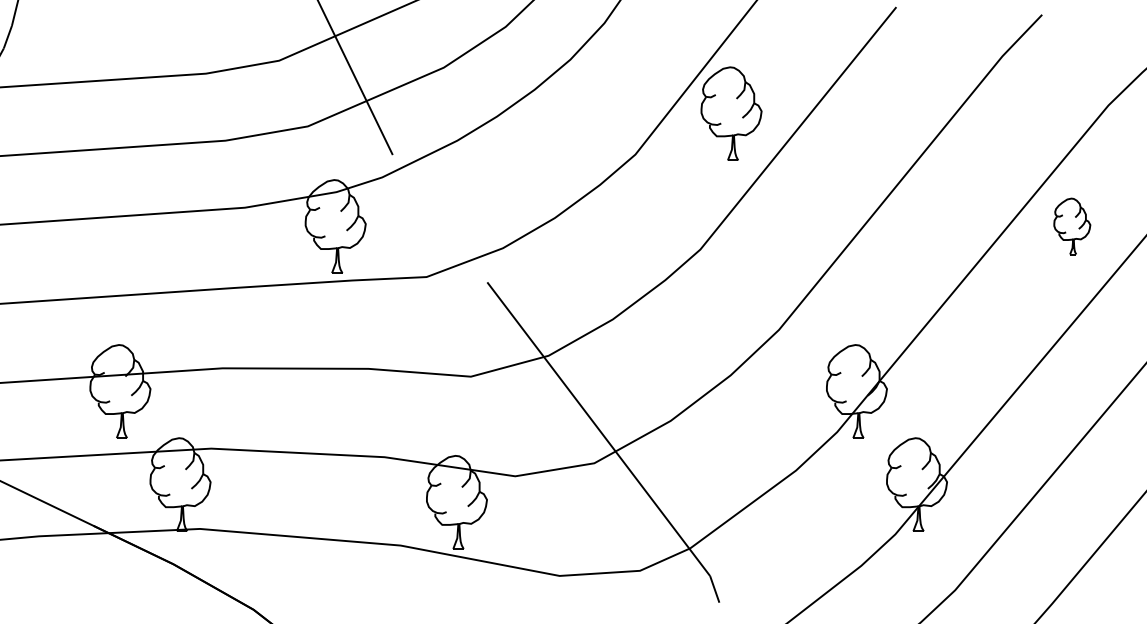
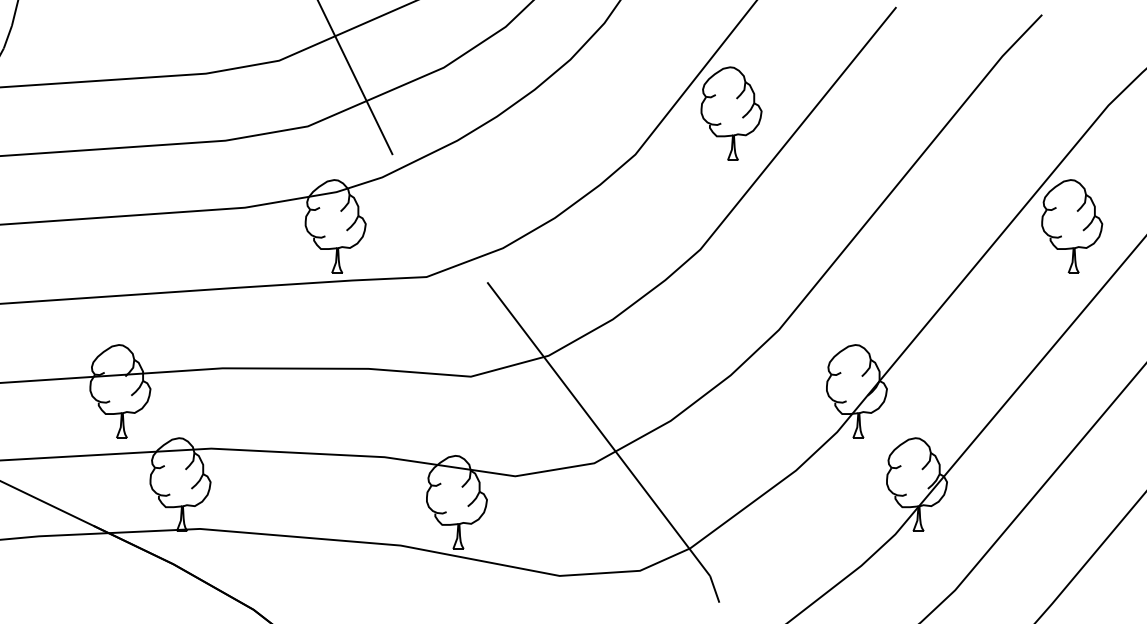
part at (1072, 226) size: 39x59 px -> 63x95 px
